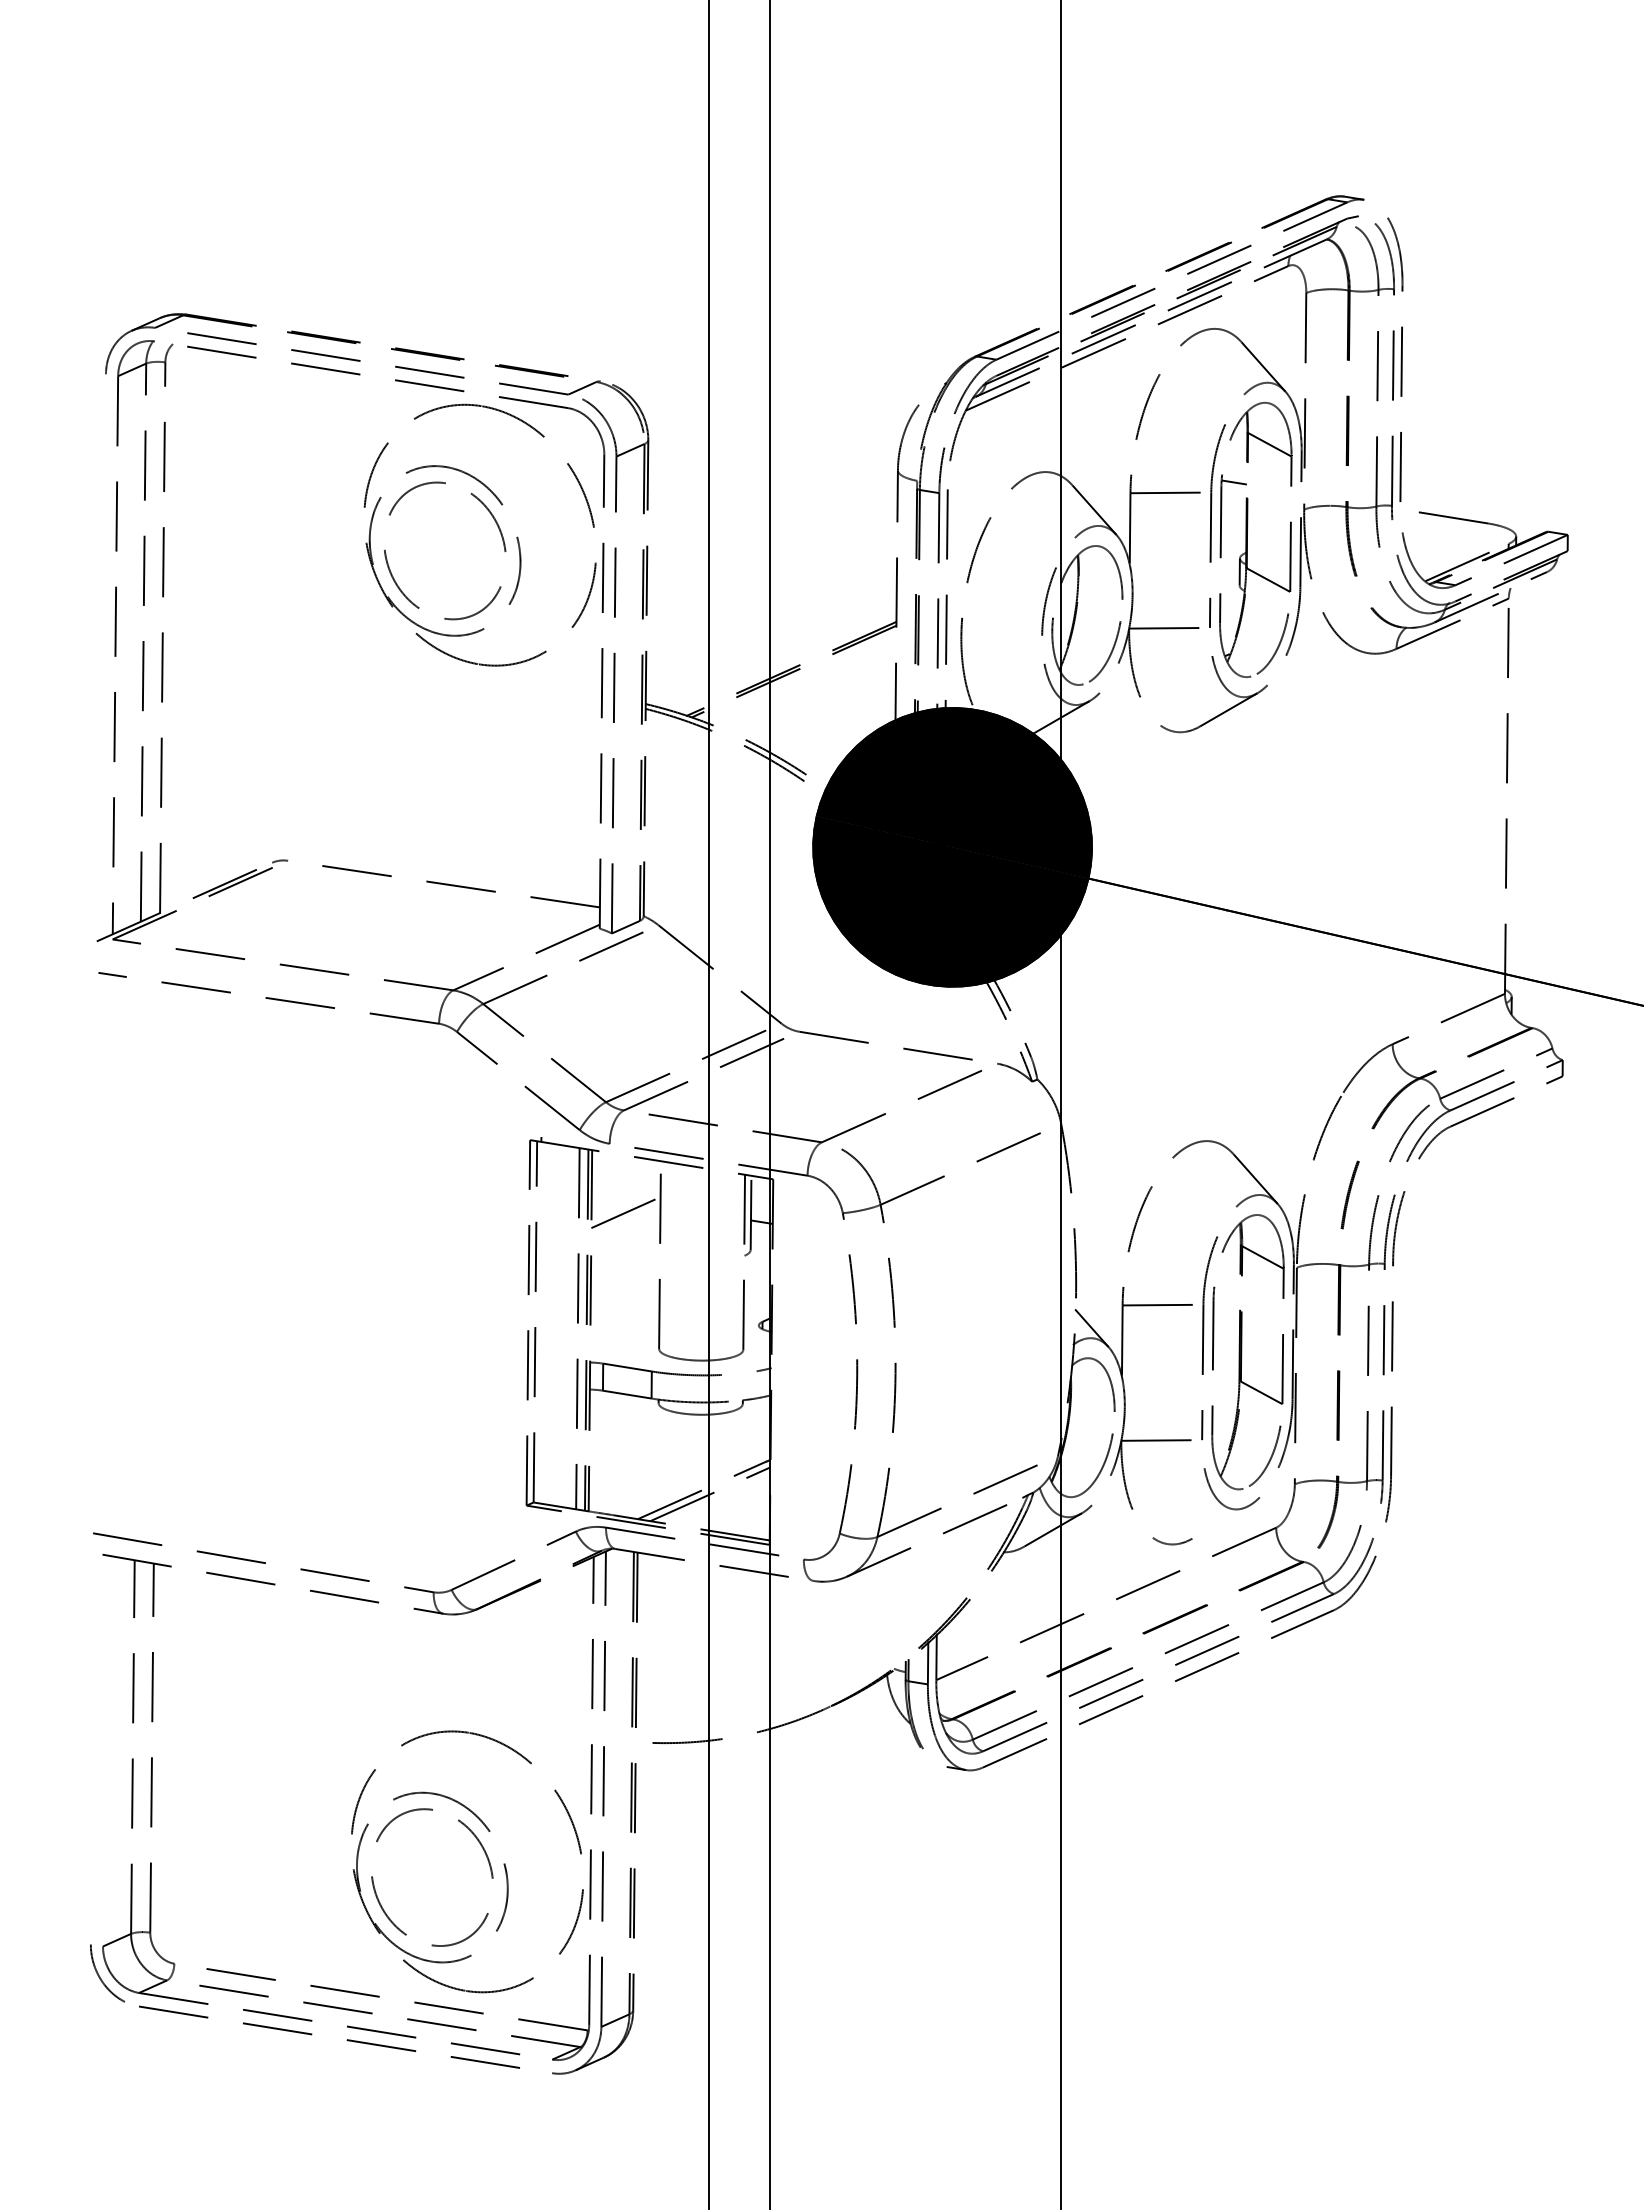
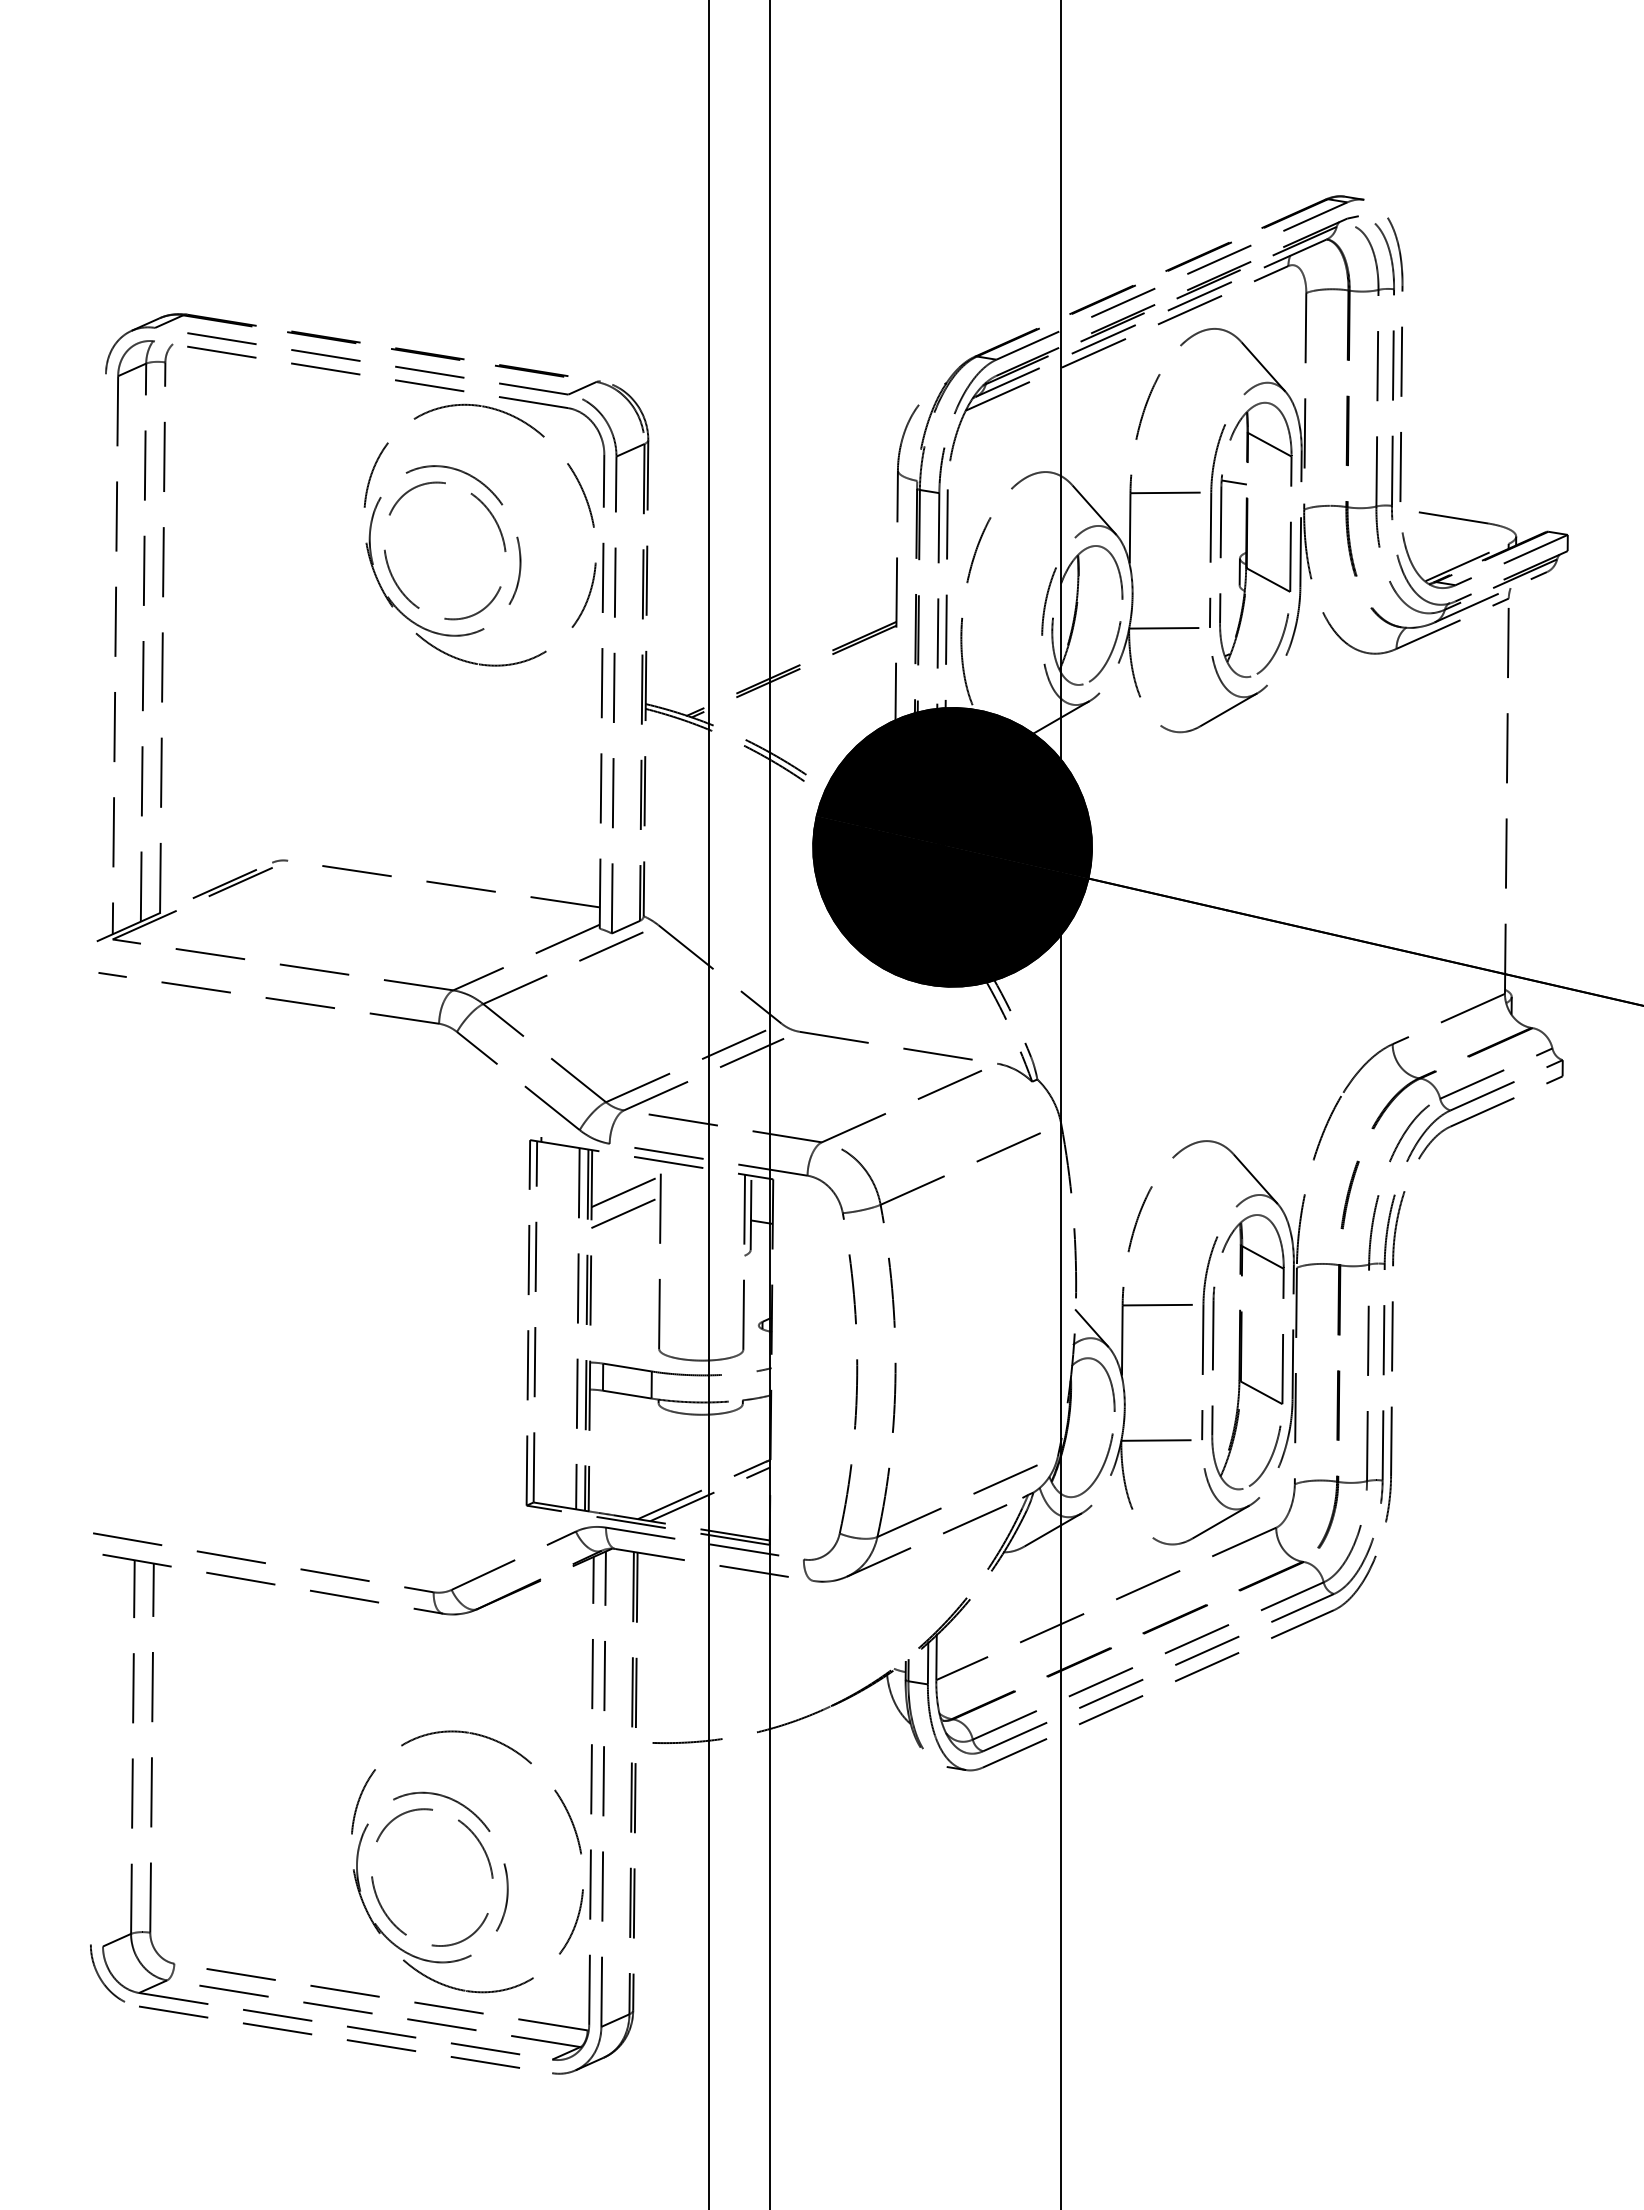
line at (625, 1191): none -> present
line at (1220, 1521): none -> present
